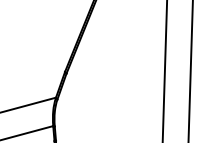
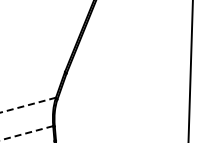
line at (164, 70): present -> none
line at (28, 105): solid -> dashed
line at (26, 133): solid -> dashed
